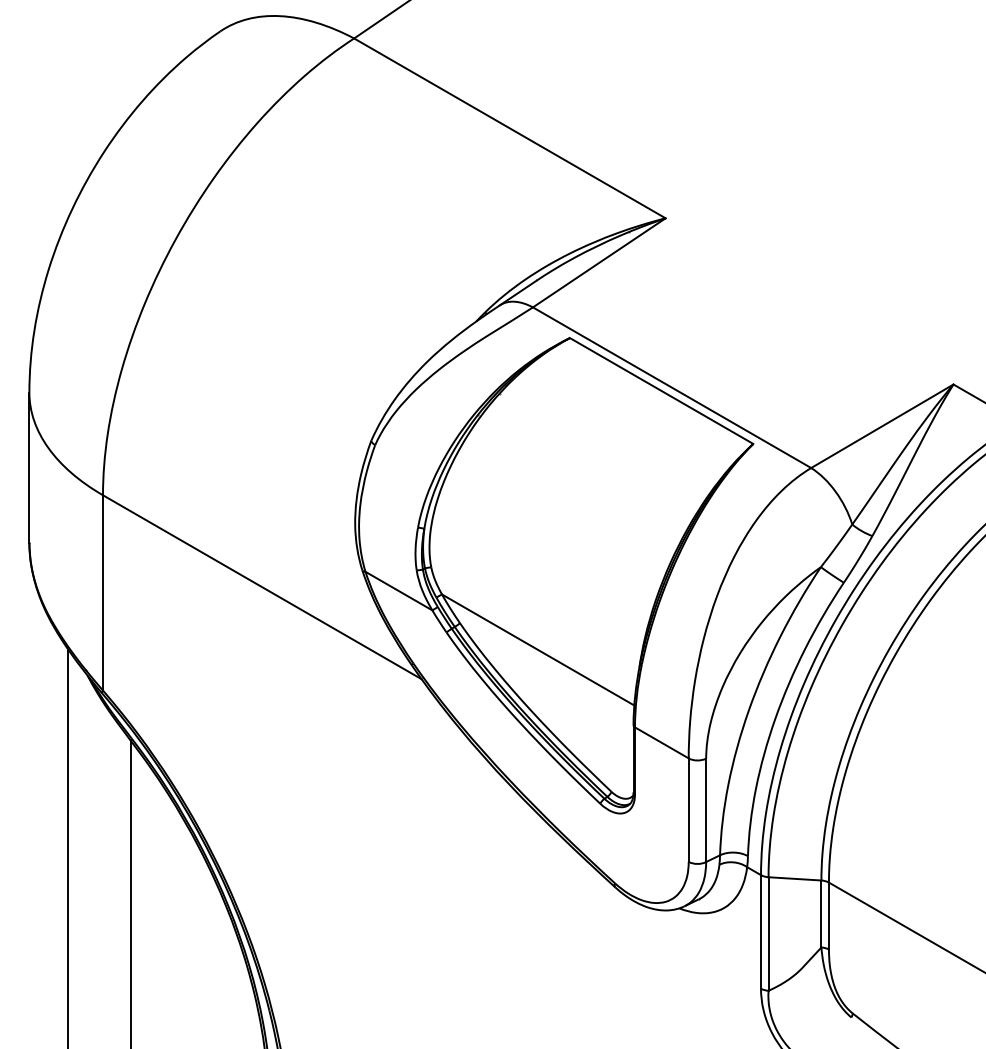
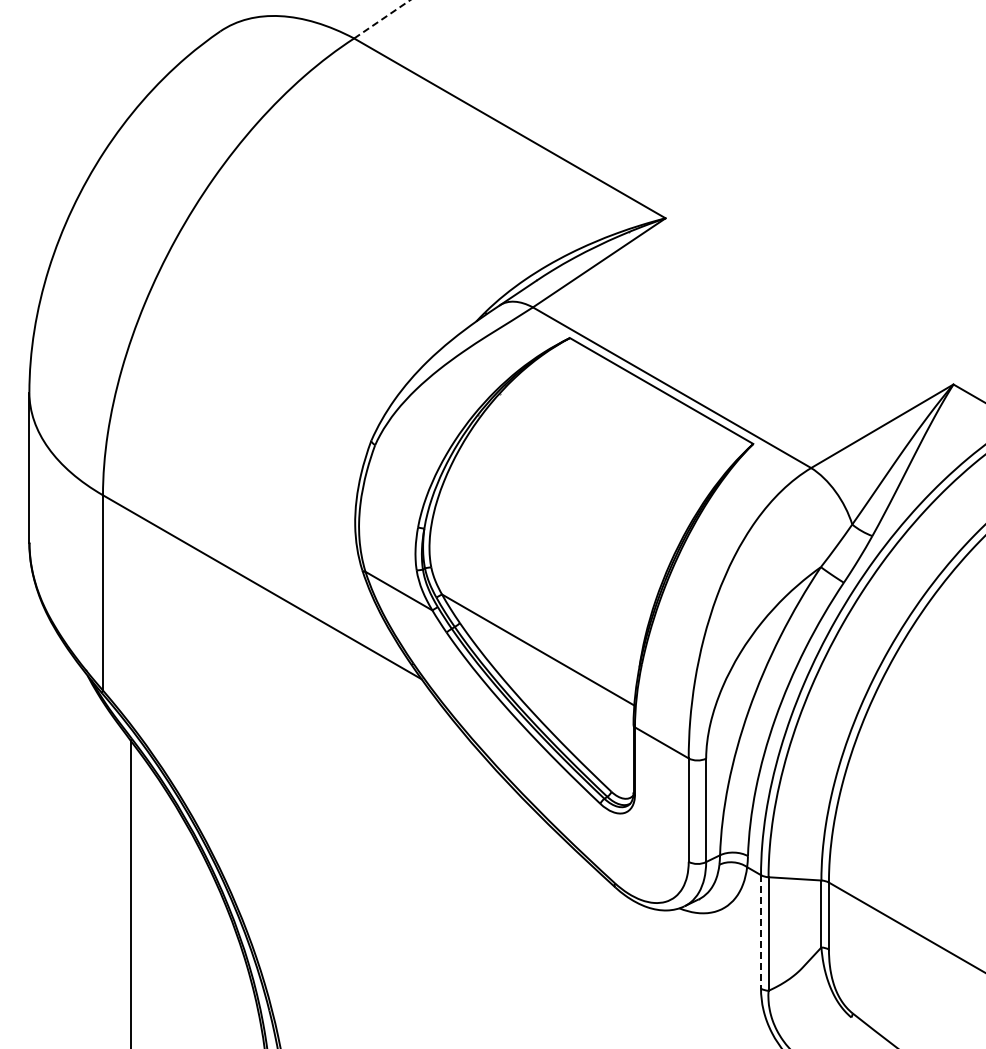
line at (382, 19): solid -> dashed
line at (68, 847): present -> none
line at (761, 931): solid -> dashed
